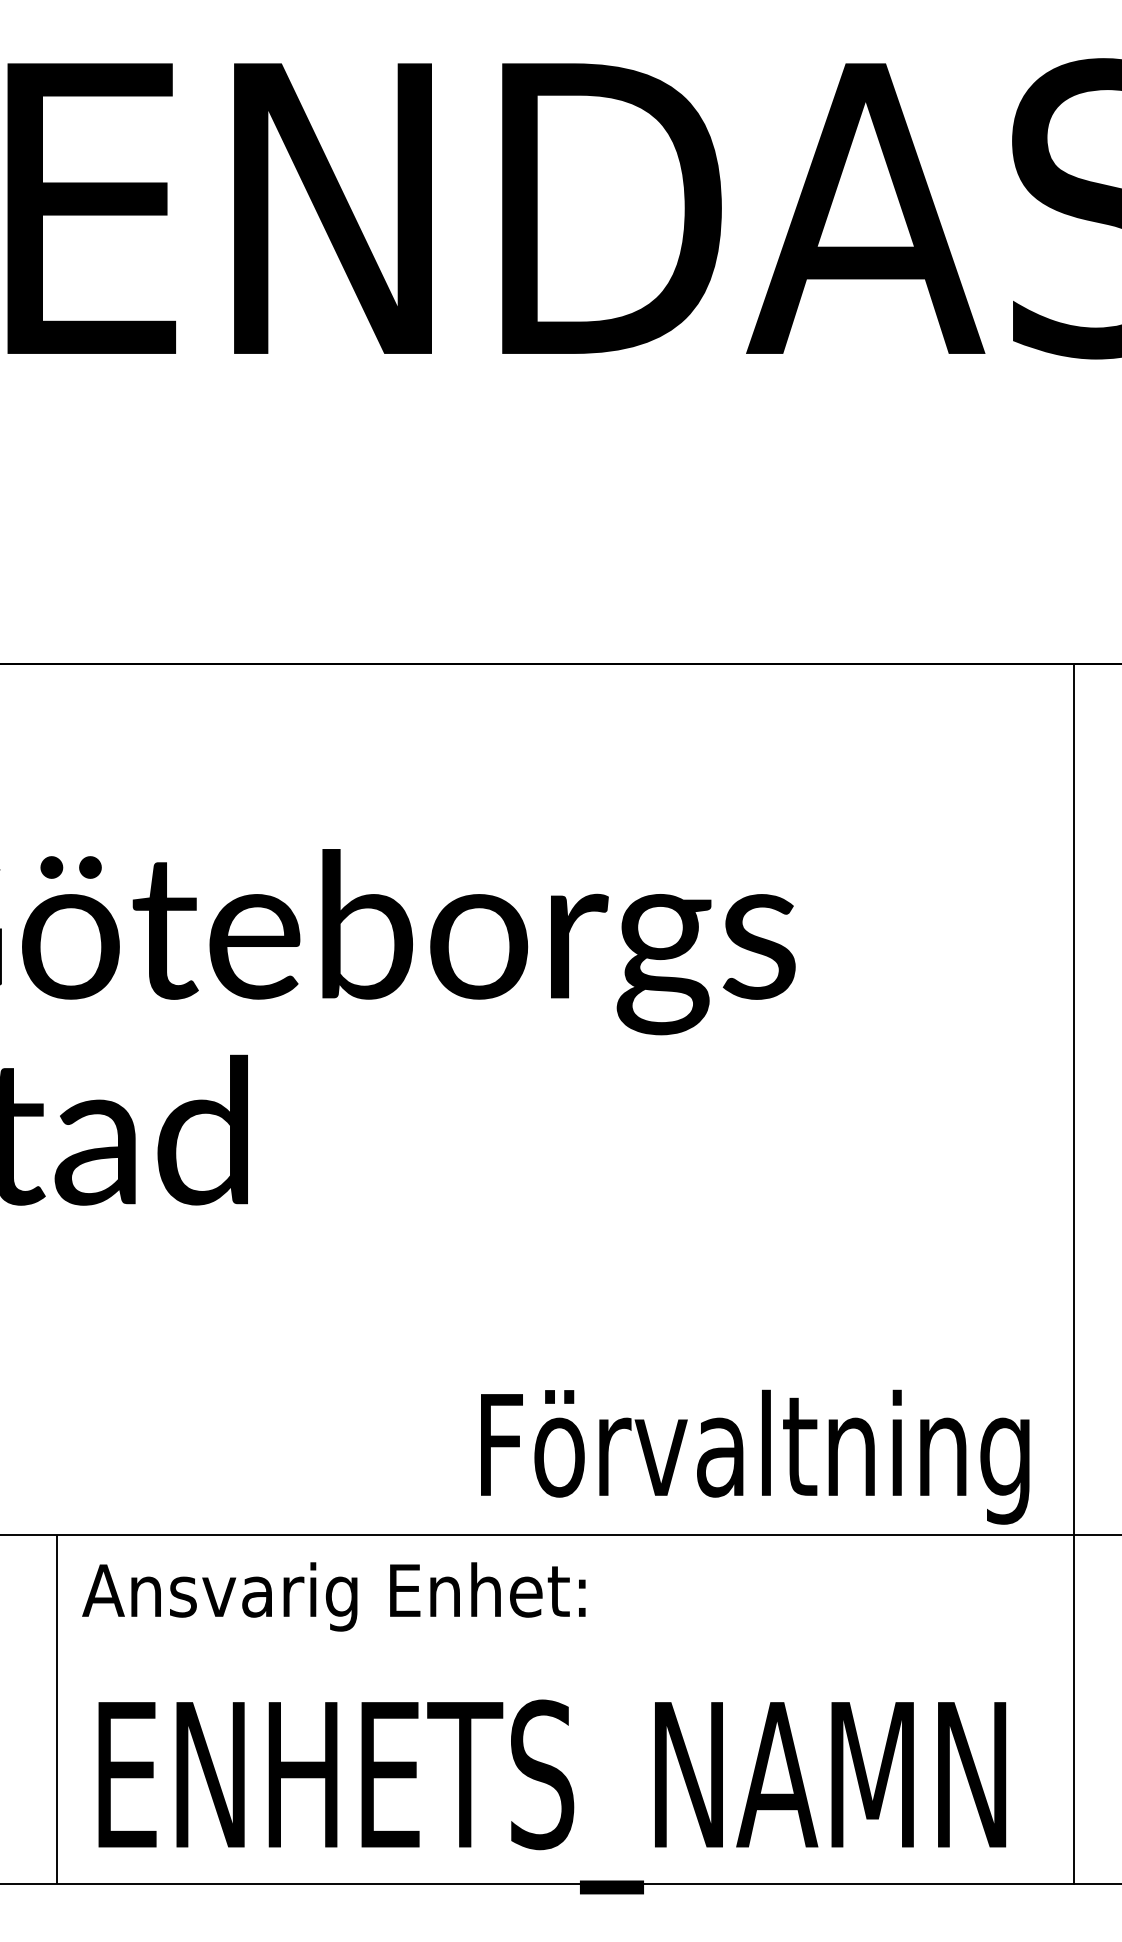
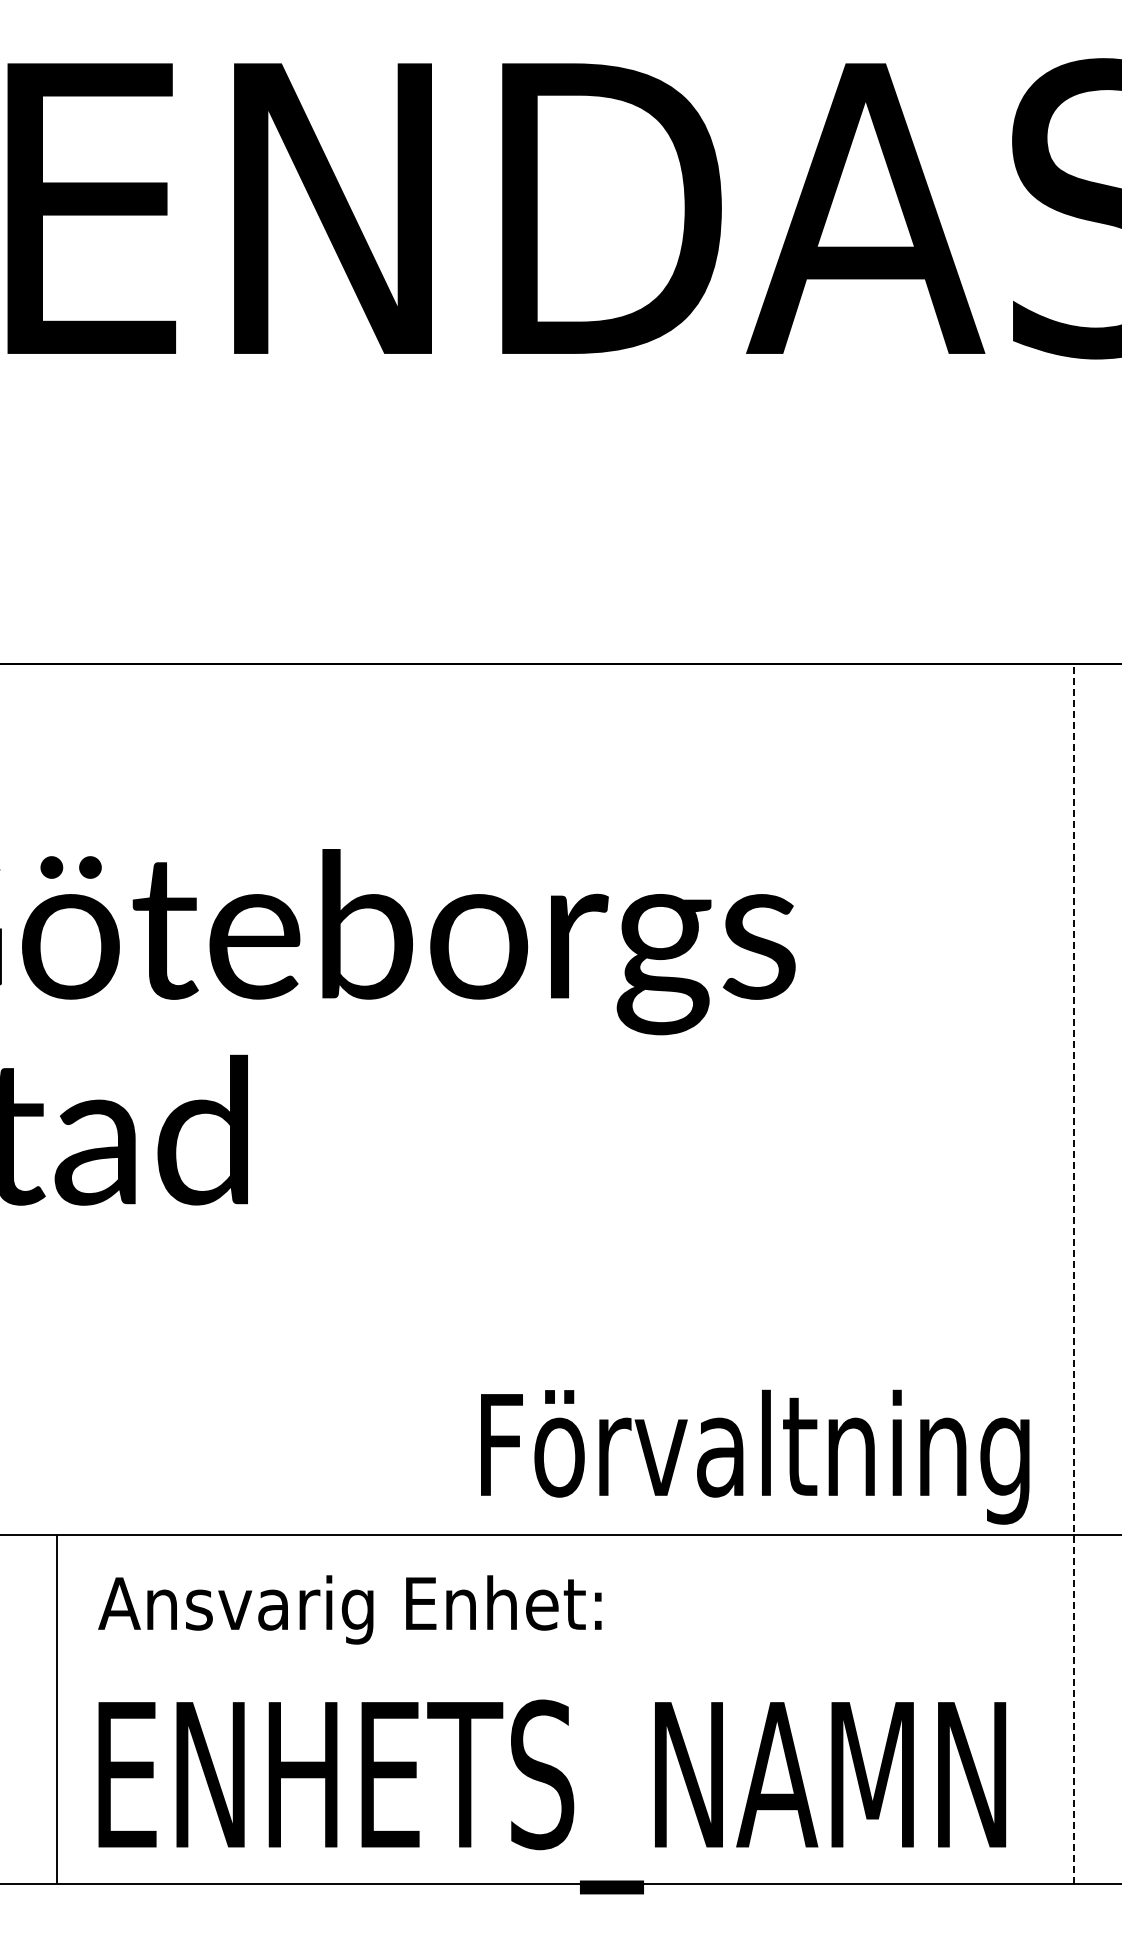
line at (1073, 1273): solid -> dashed
text at (333, 1596) position: (333, 1596) -> (349, 1609)
